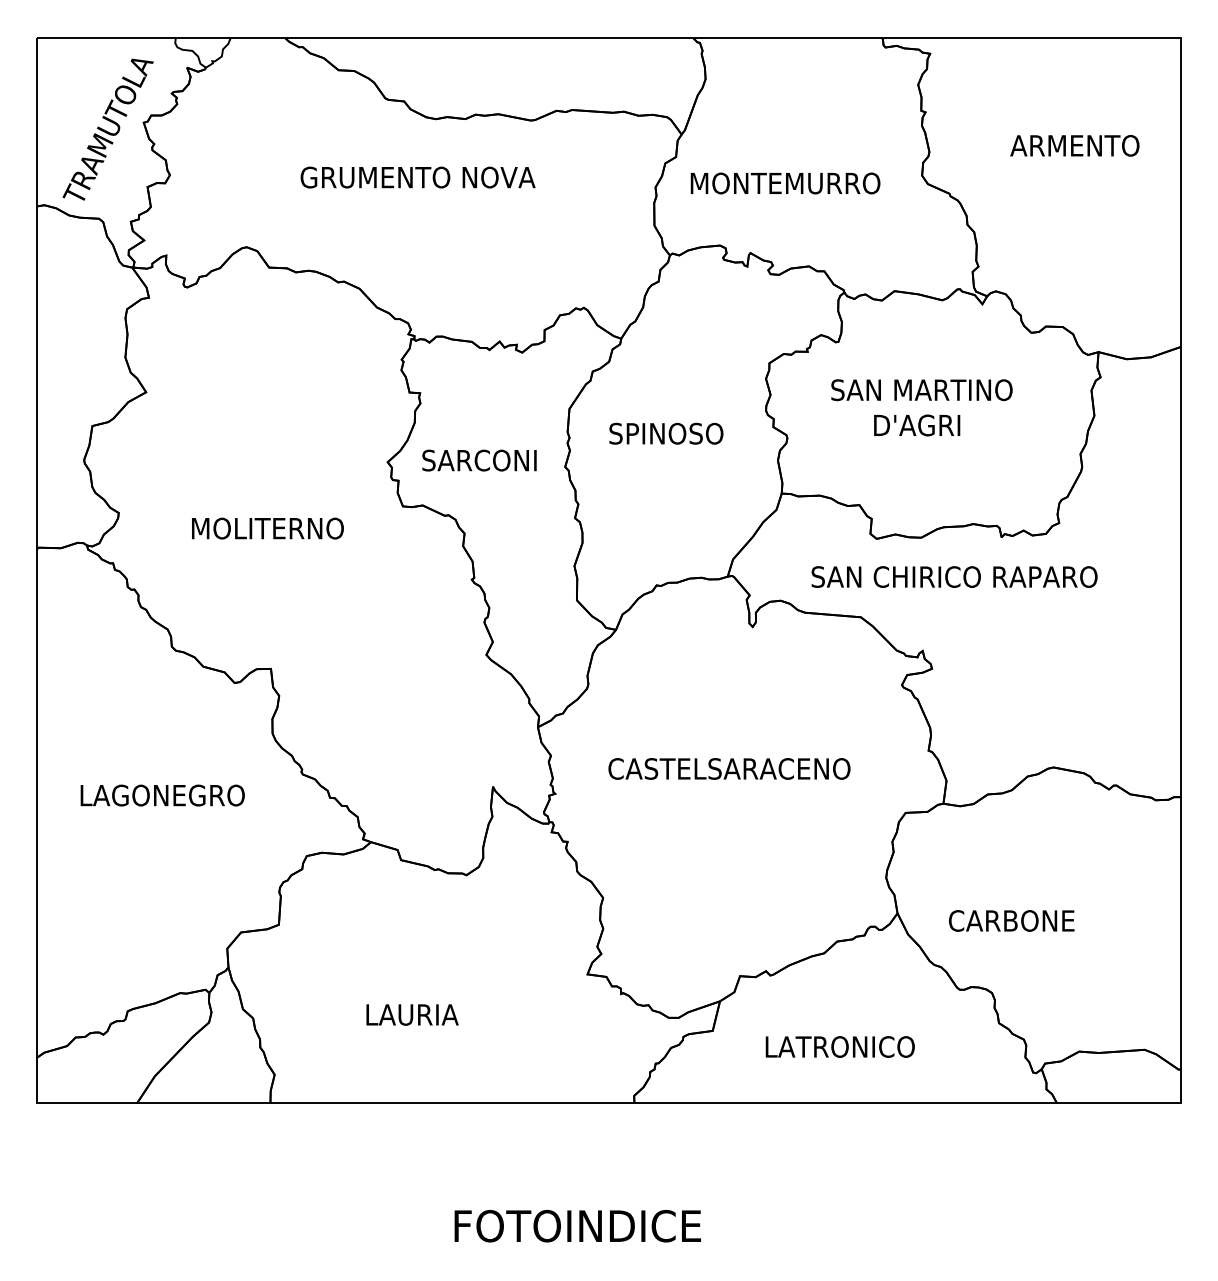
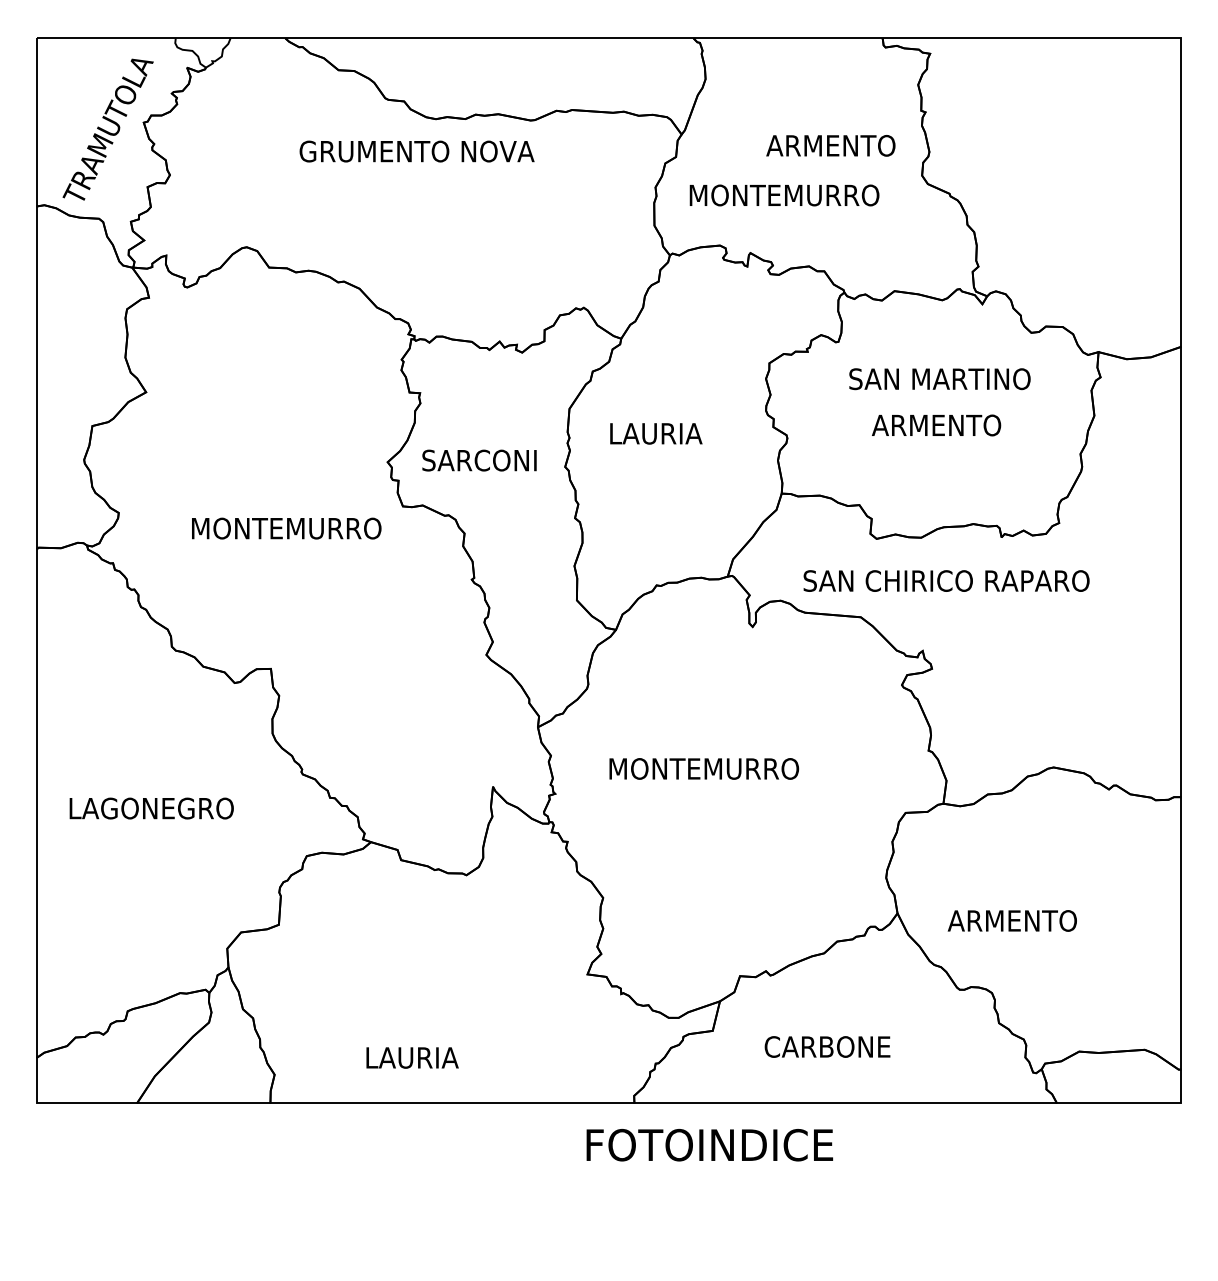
text at (1074, 145) position: (1074, 145) -> (830, 145)
text at (417, 177) position: (417, 177) -> (416, 151)
text at (785, 183) position: (785, 183) -> (784, 195)
text at (921, 390) position: (921, 390) -> (939, 379)
text at (936, 425): D'AGRI -> ARMENTO
text at (666, 433): SPINOSO -> LAURIA
text at (309, 528): MOLITERNO -> MONTEMURRO
text at (954, 576) position: (954, 576) -> (946, 580)
text at (729, 768): CASTELSARACENO -> MONTEMURRO
text at (162, 795) position: (162, 795) -> (151, 808)
text at (1011, 920): CARBONE -> ARMENTO
text at (412, 1014) position: (412, 1014) -> (412, 1057)
text at (839, 1046): LATRONICO -> CARBONE
text at (577, 1226) position: (577, 1226) -> (709, 1145)
